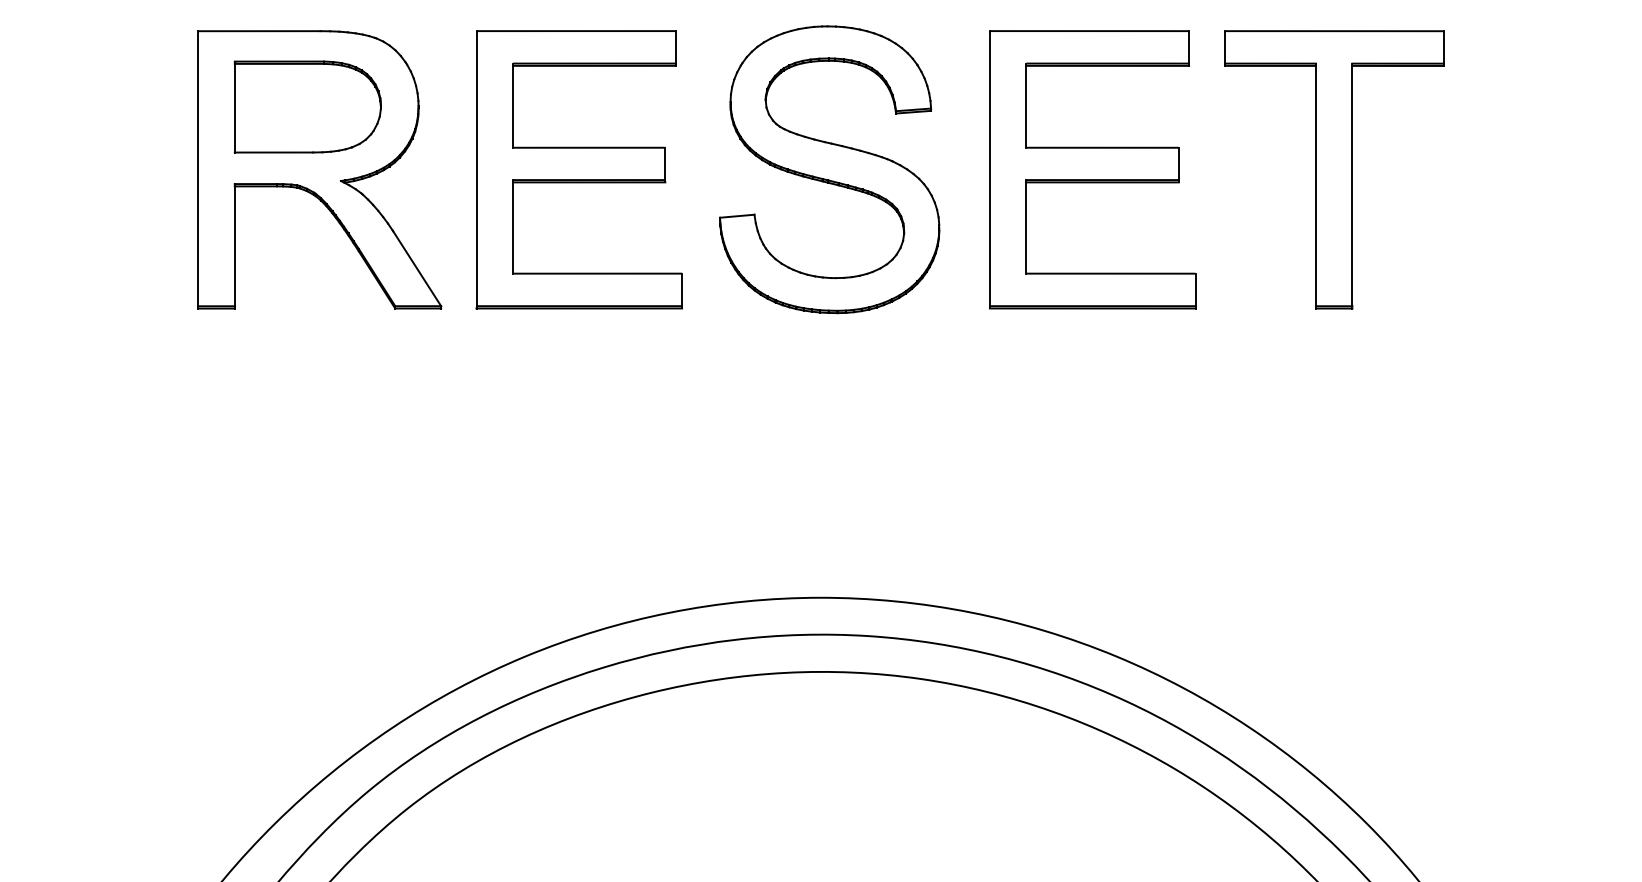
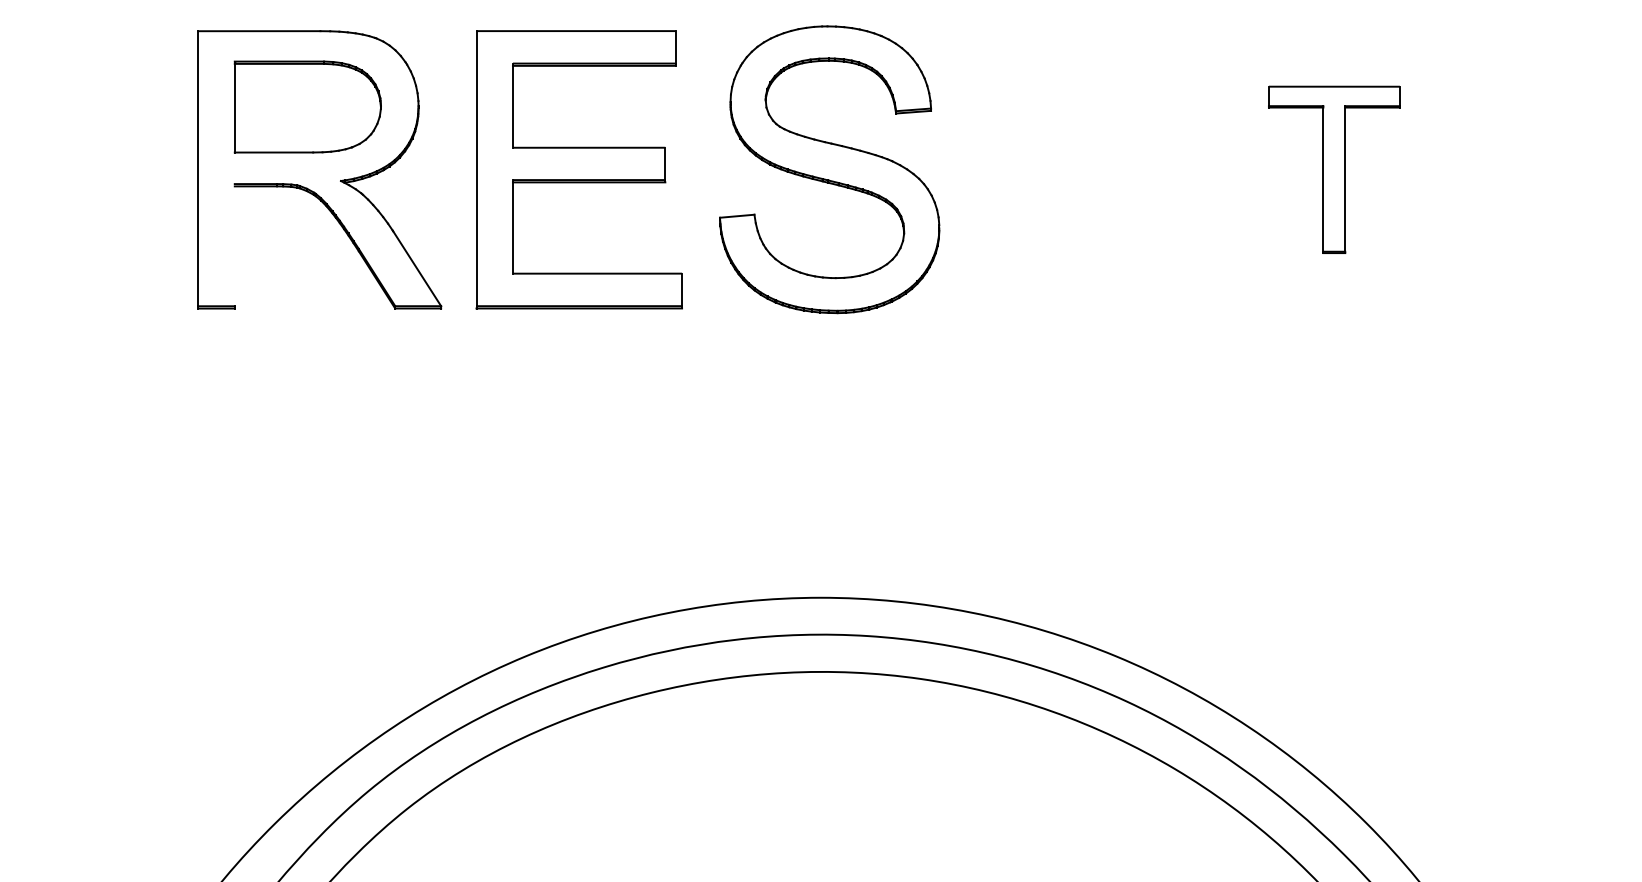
part at (1092, 169): present -> none
part at (1334, 169) size: 221x280 px -> 133x169 px
line at (234, 245): present -> none
